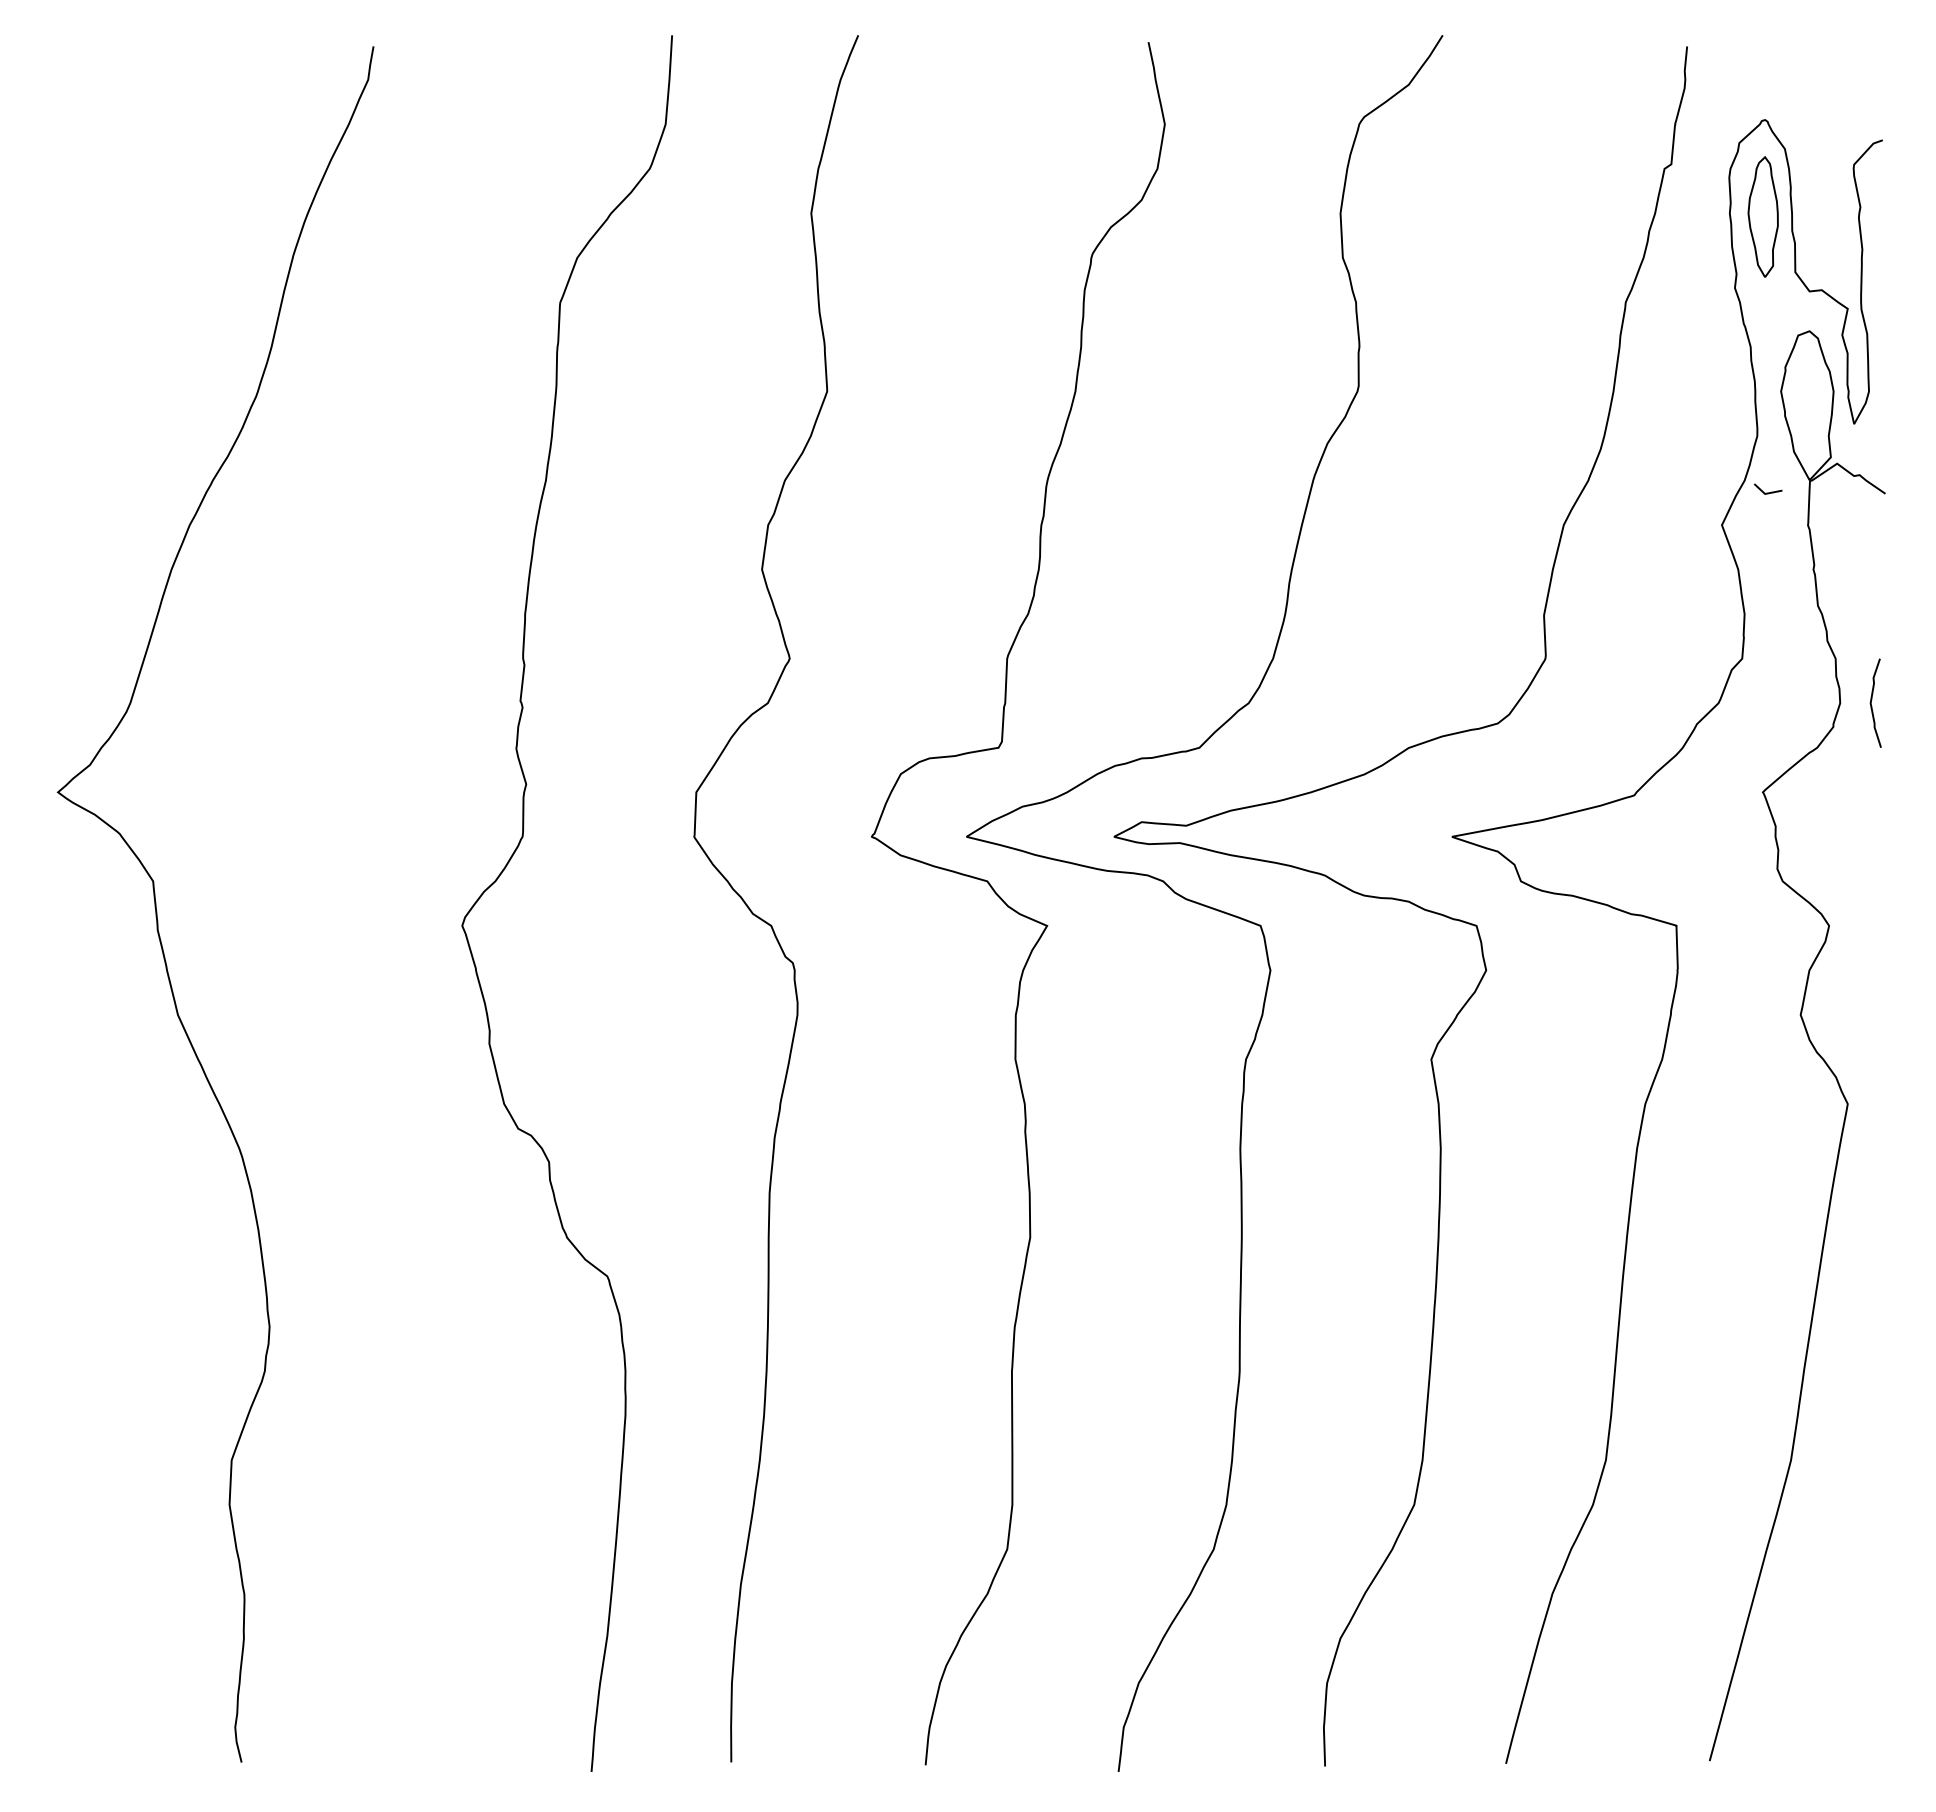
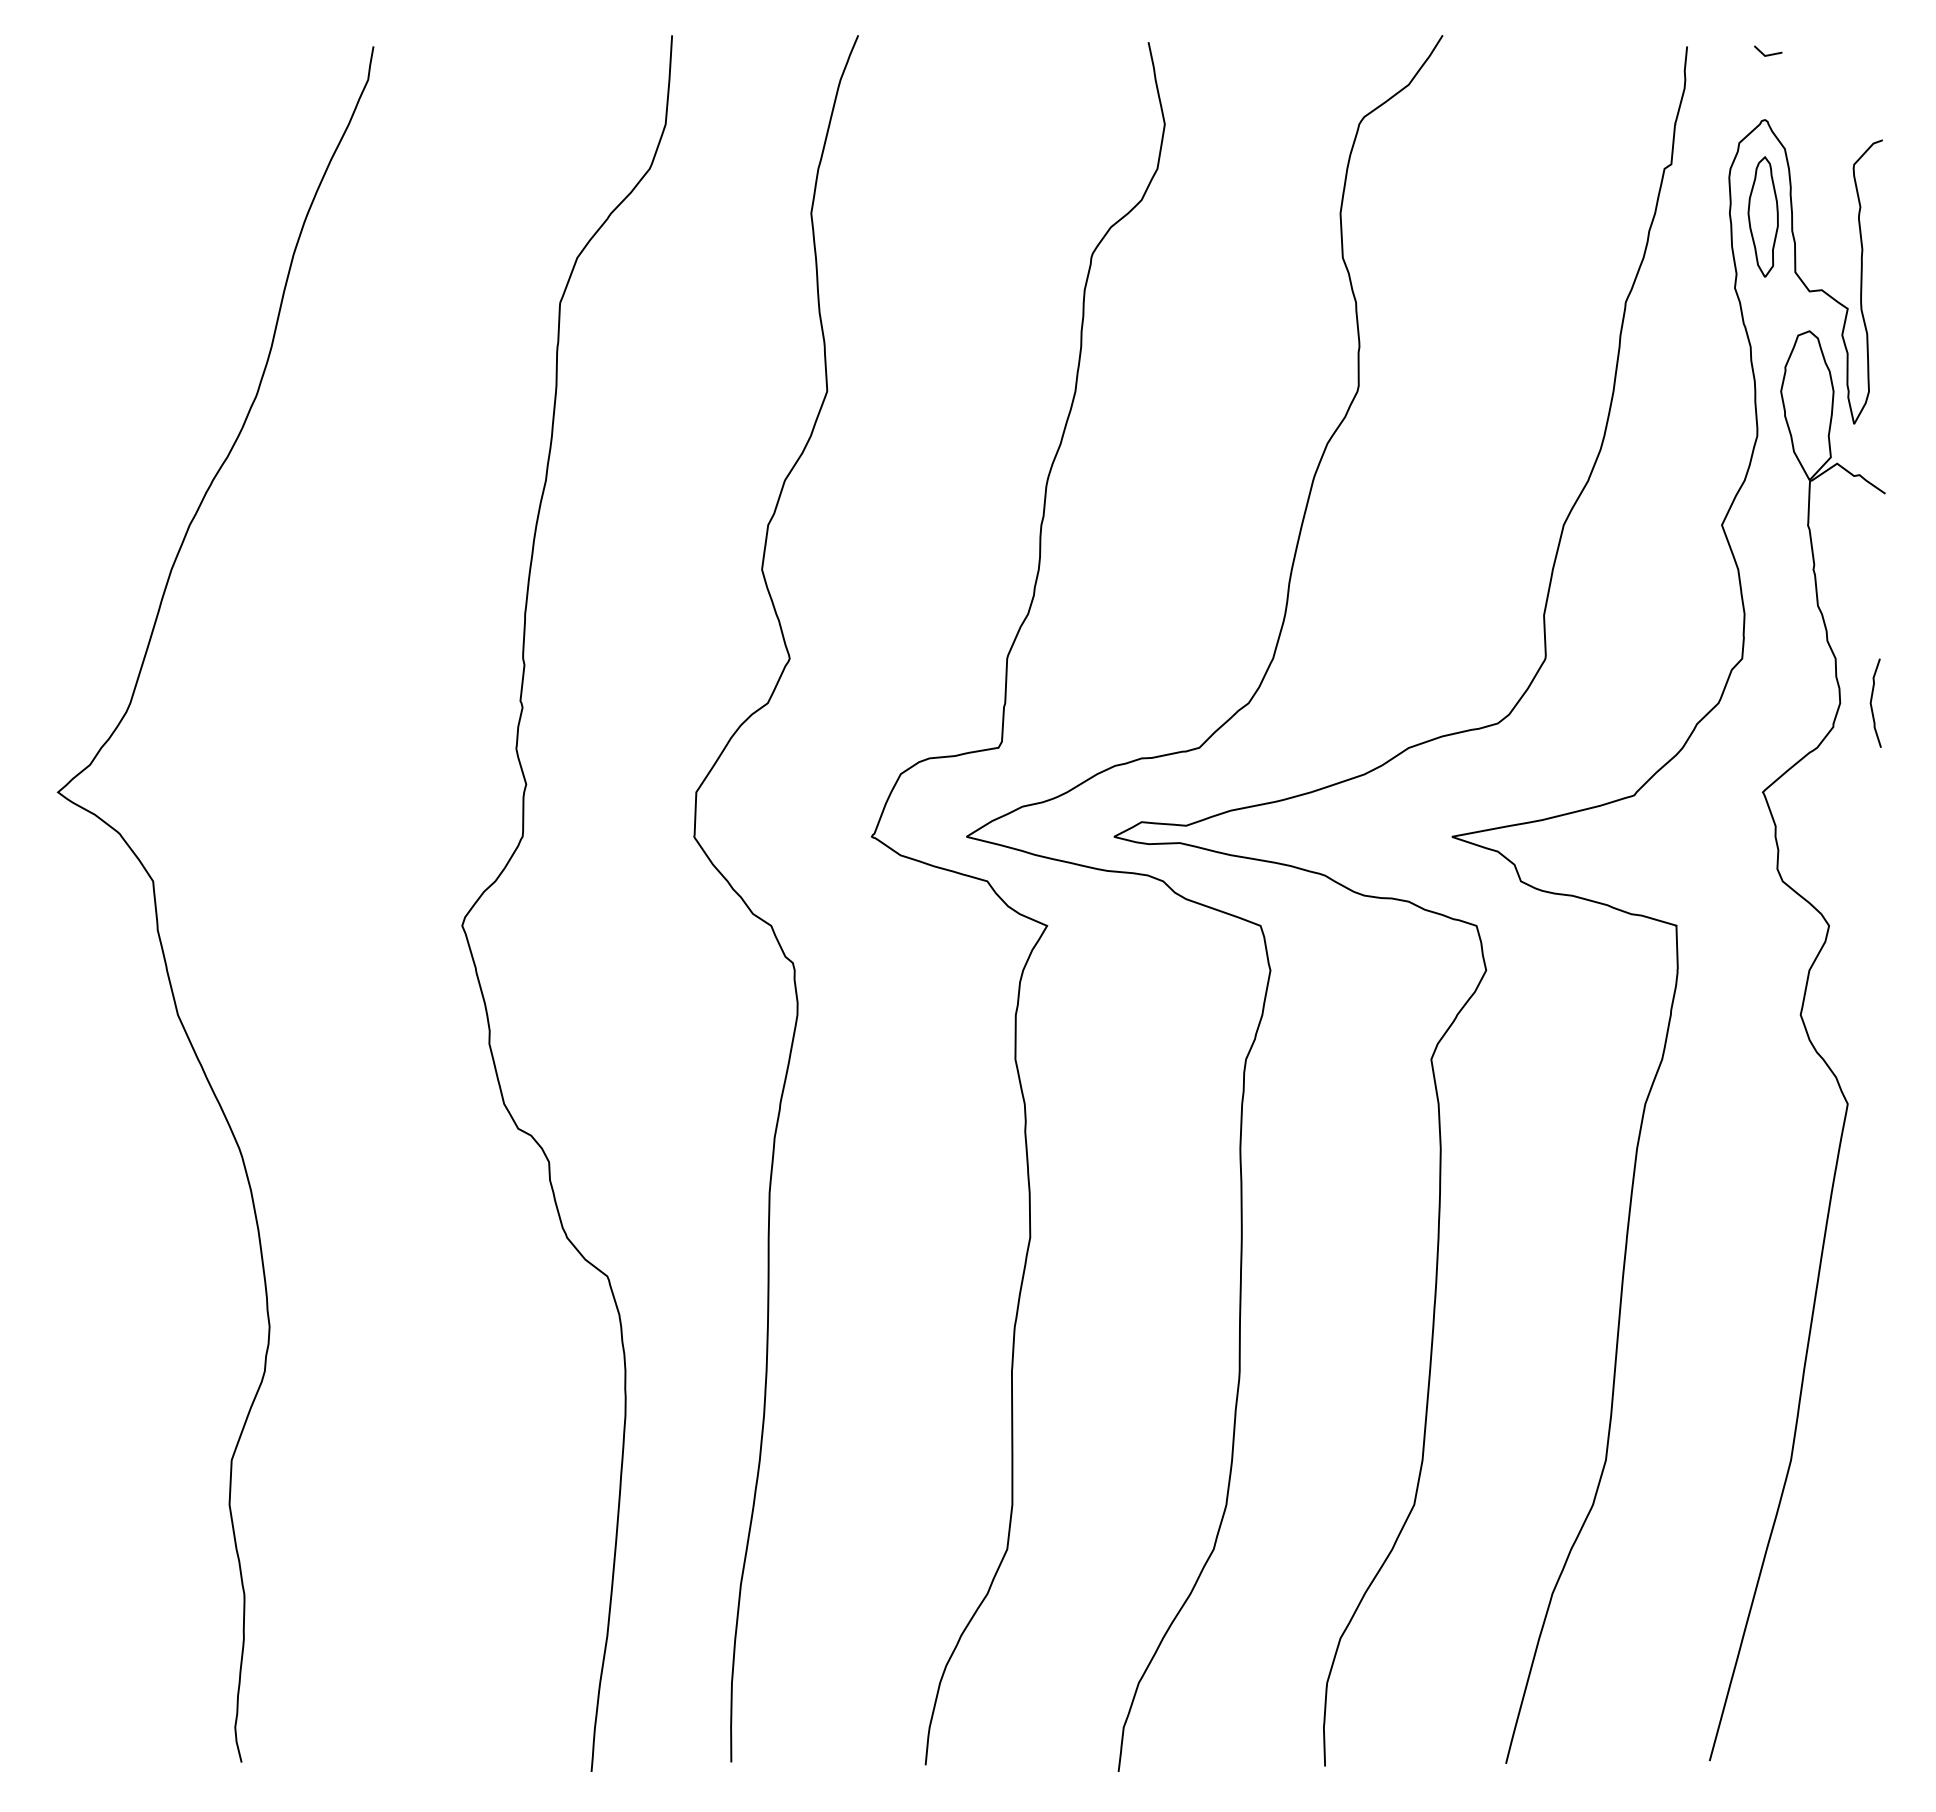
line at (1768, 492) position: (1768, 492) -> (1768, 54)
